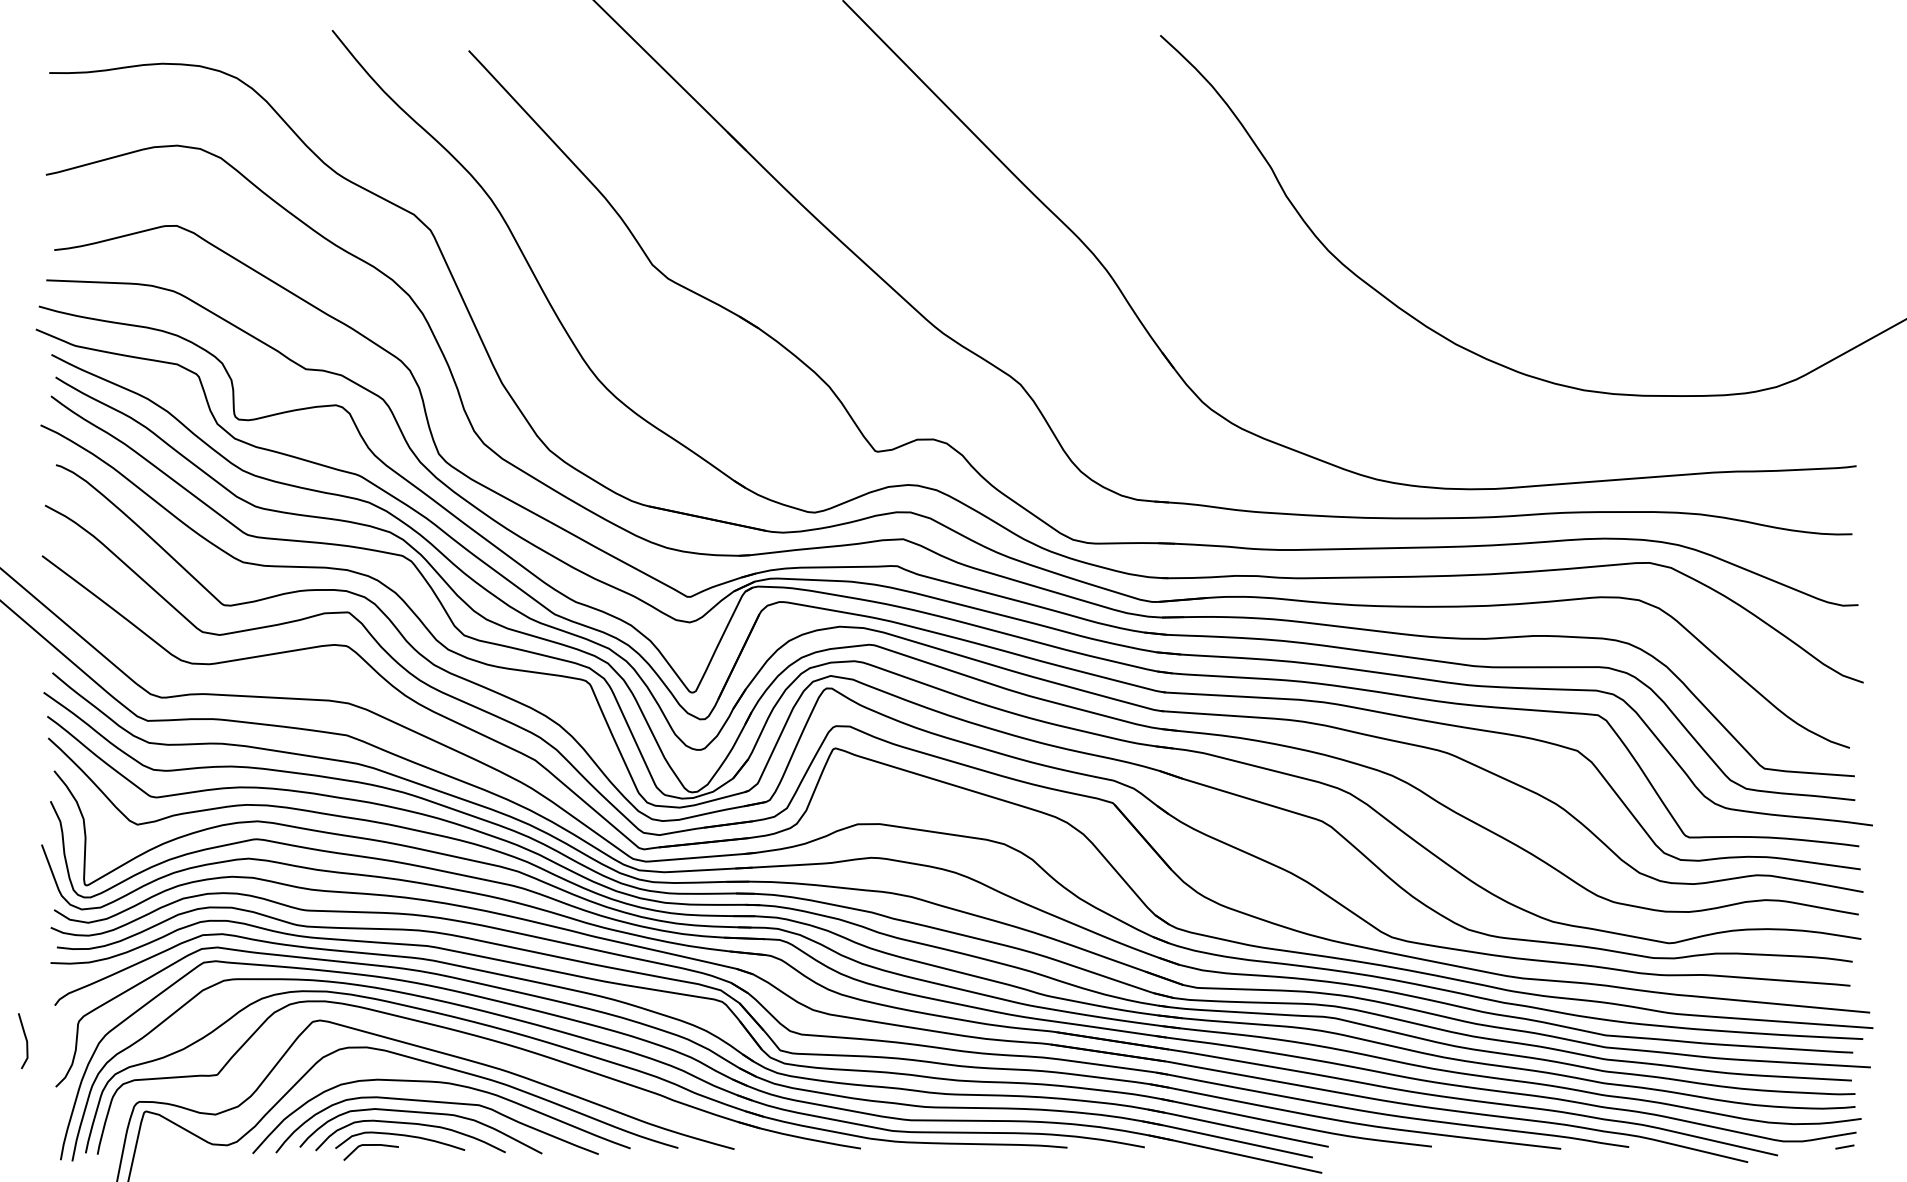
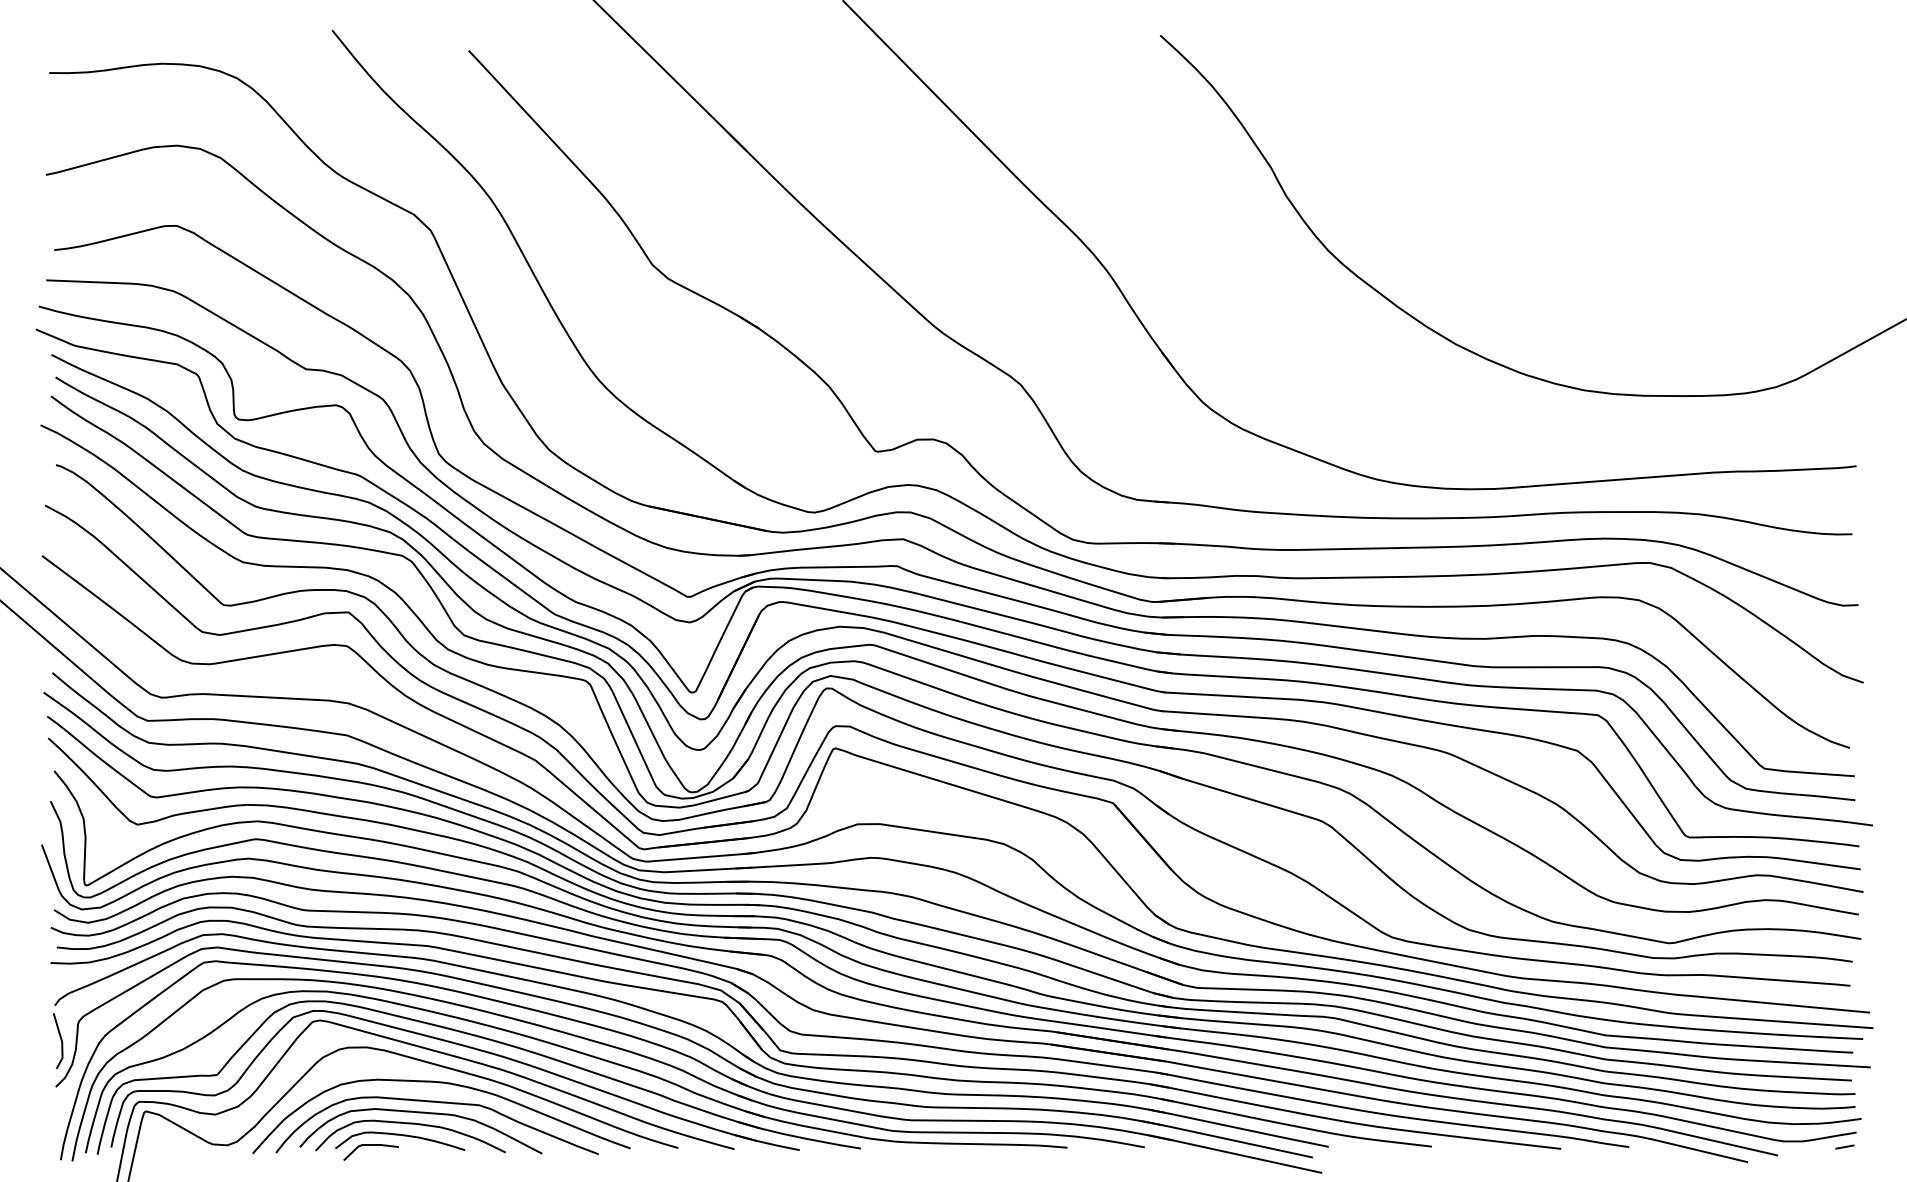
line at (25, 1040) position: (25, 1040) -> (60, 1040)
part at (465, 1047): none -> present
